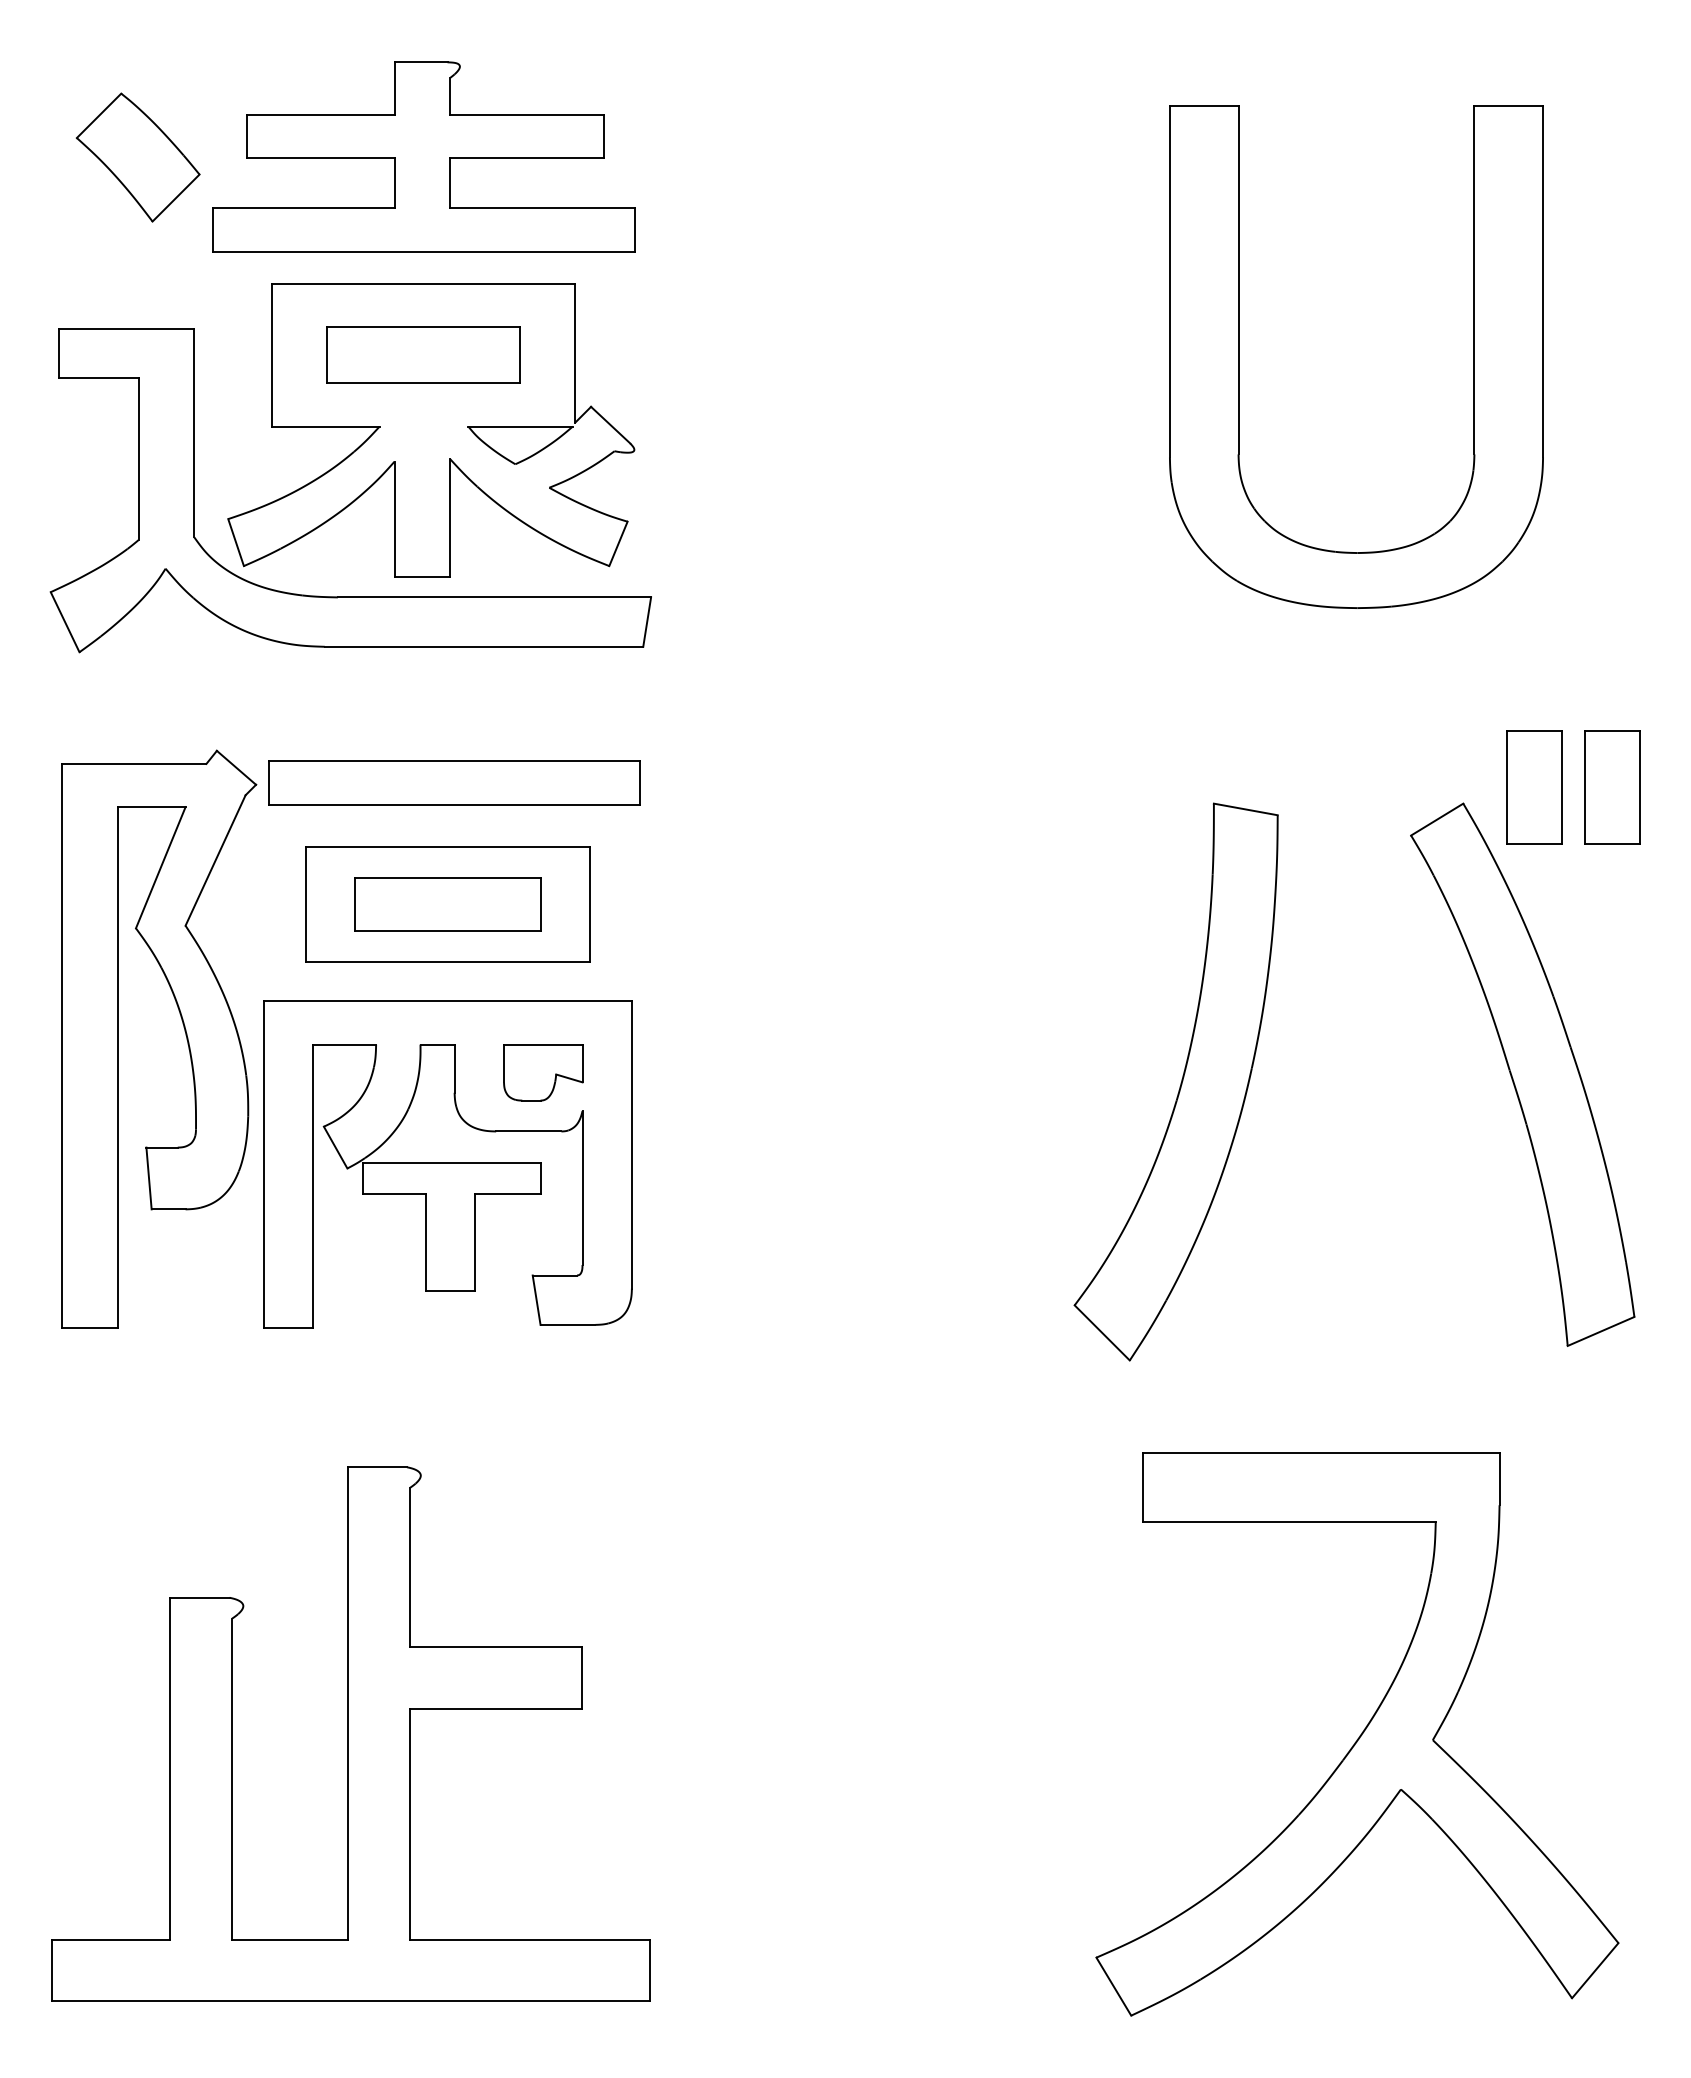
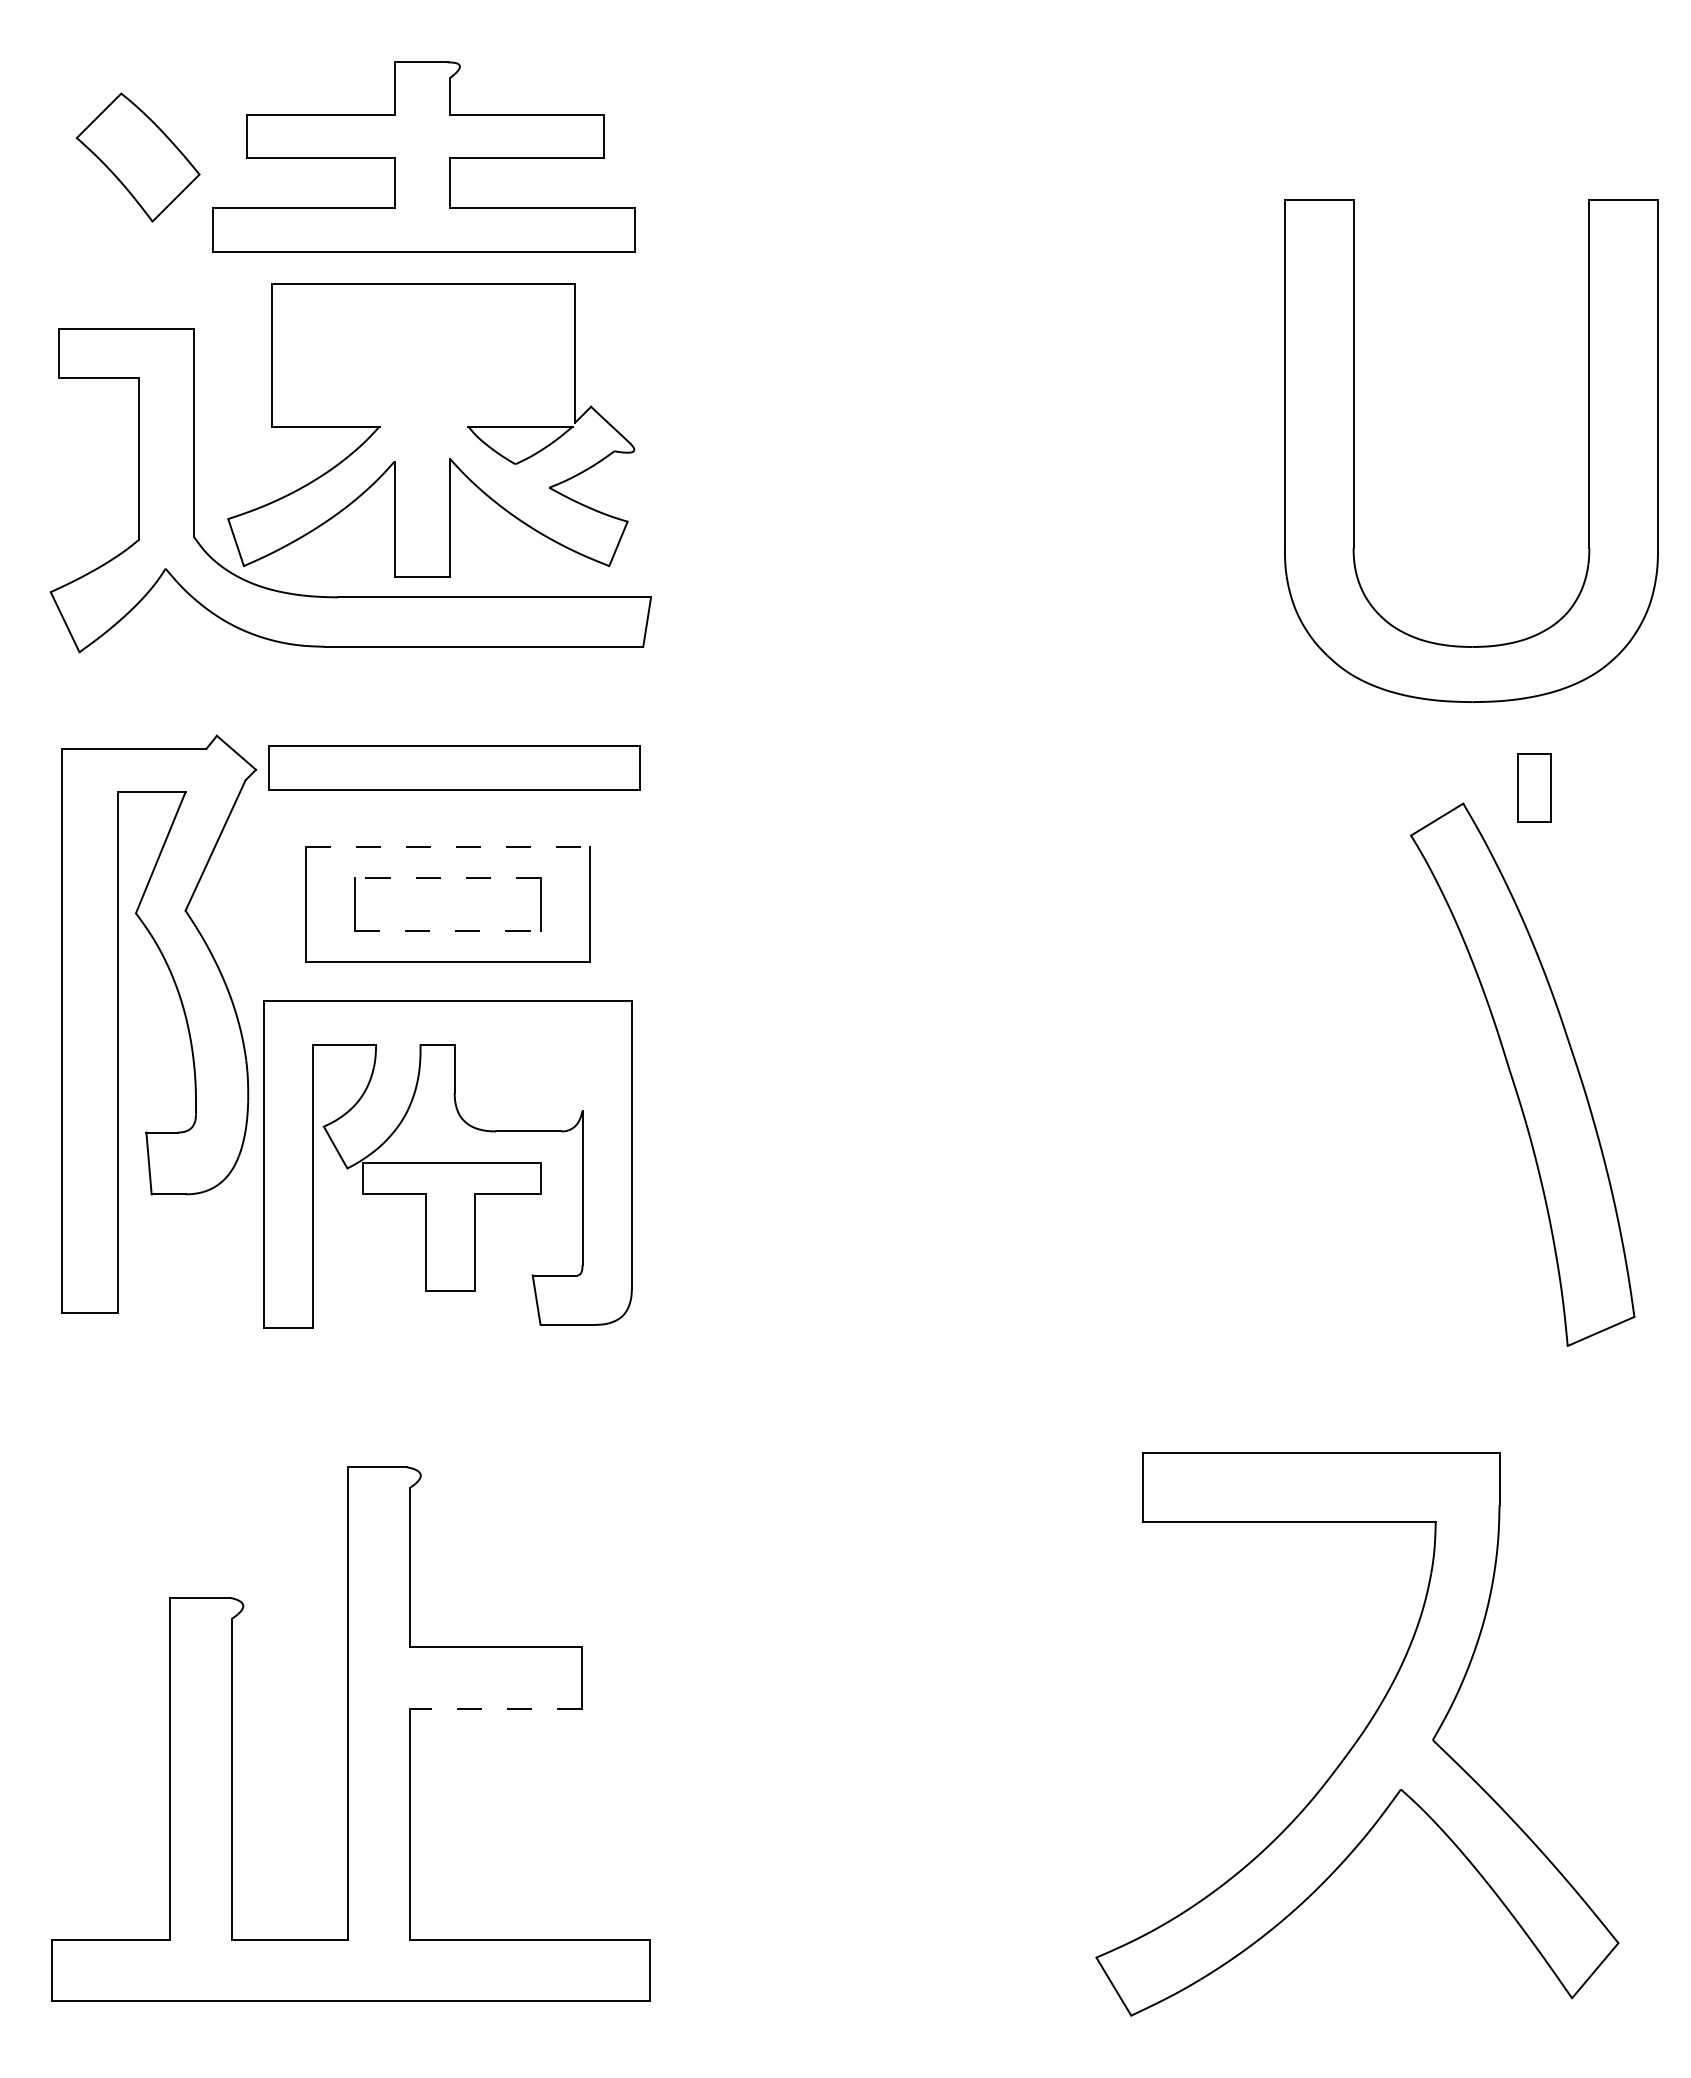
part at (423, 354): present -> none
part at (1239, 356) position: (1239, 356) -> (1354, 450)
part at (454, 782) position: (454, 782) -> (454, 767)
part at (1534, 787) size: 57x115 px -> 35x70 px
part at (1612, 787): present -> none
line at (448, 847): solid -> dashed
line at (448, 878): solid -> dashed
line at (448, 930): solid -> dashed
part at (184, 1031) position: (184, 1031) -> (184, 1016)
part at (543, 1072): present -> none
part at (1175, 1081): present -> none
line at (495, 1709): solid -> dashed
